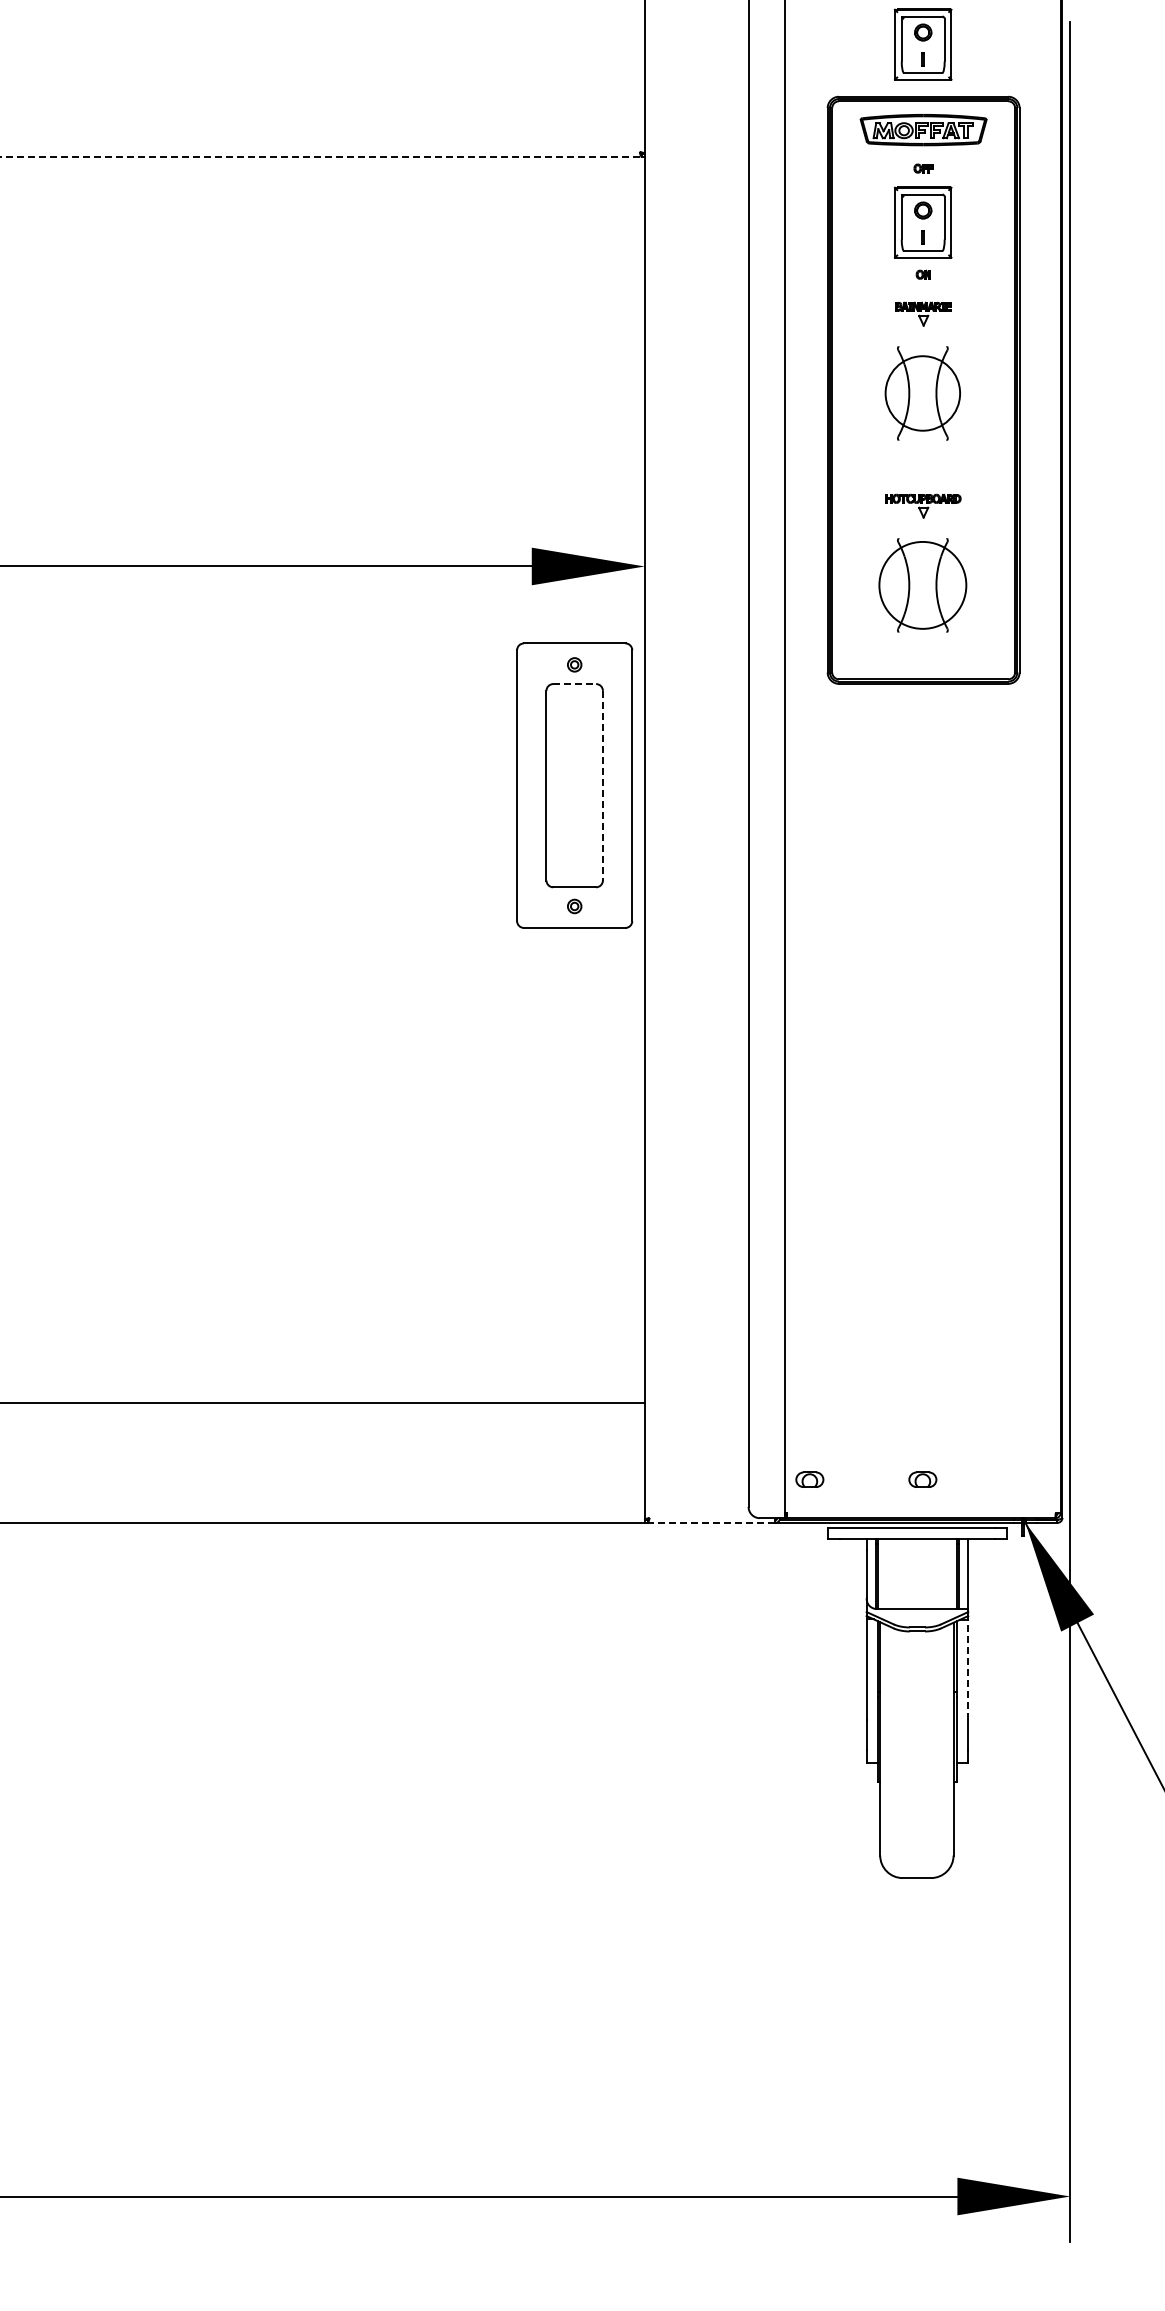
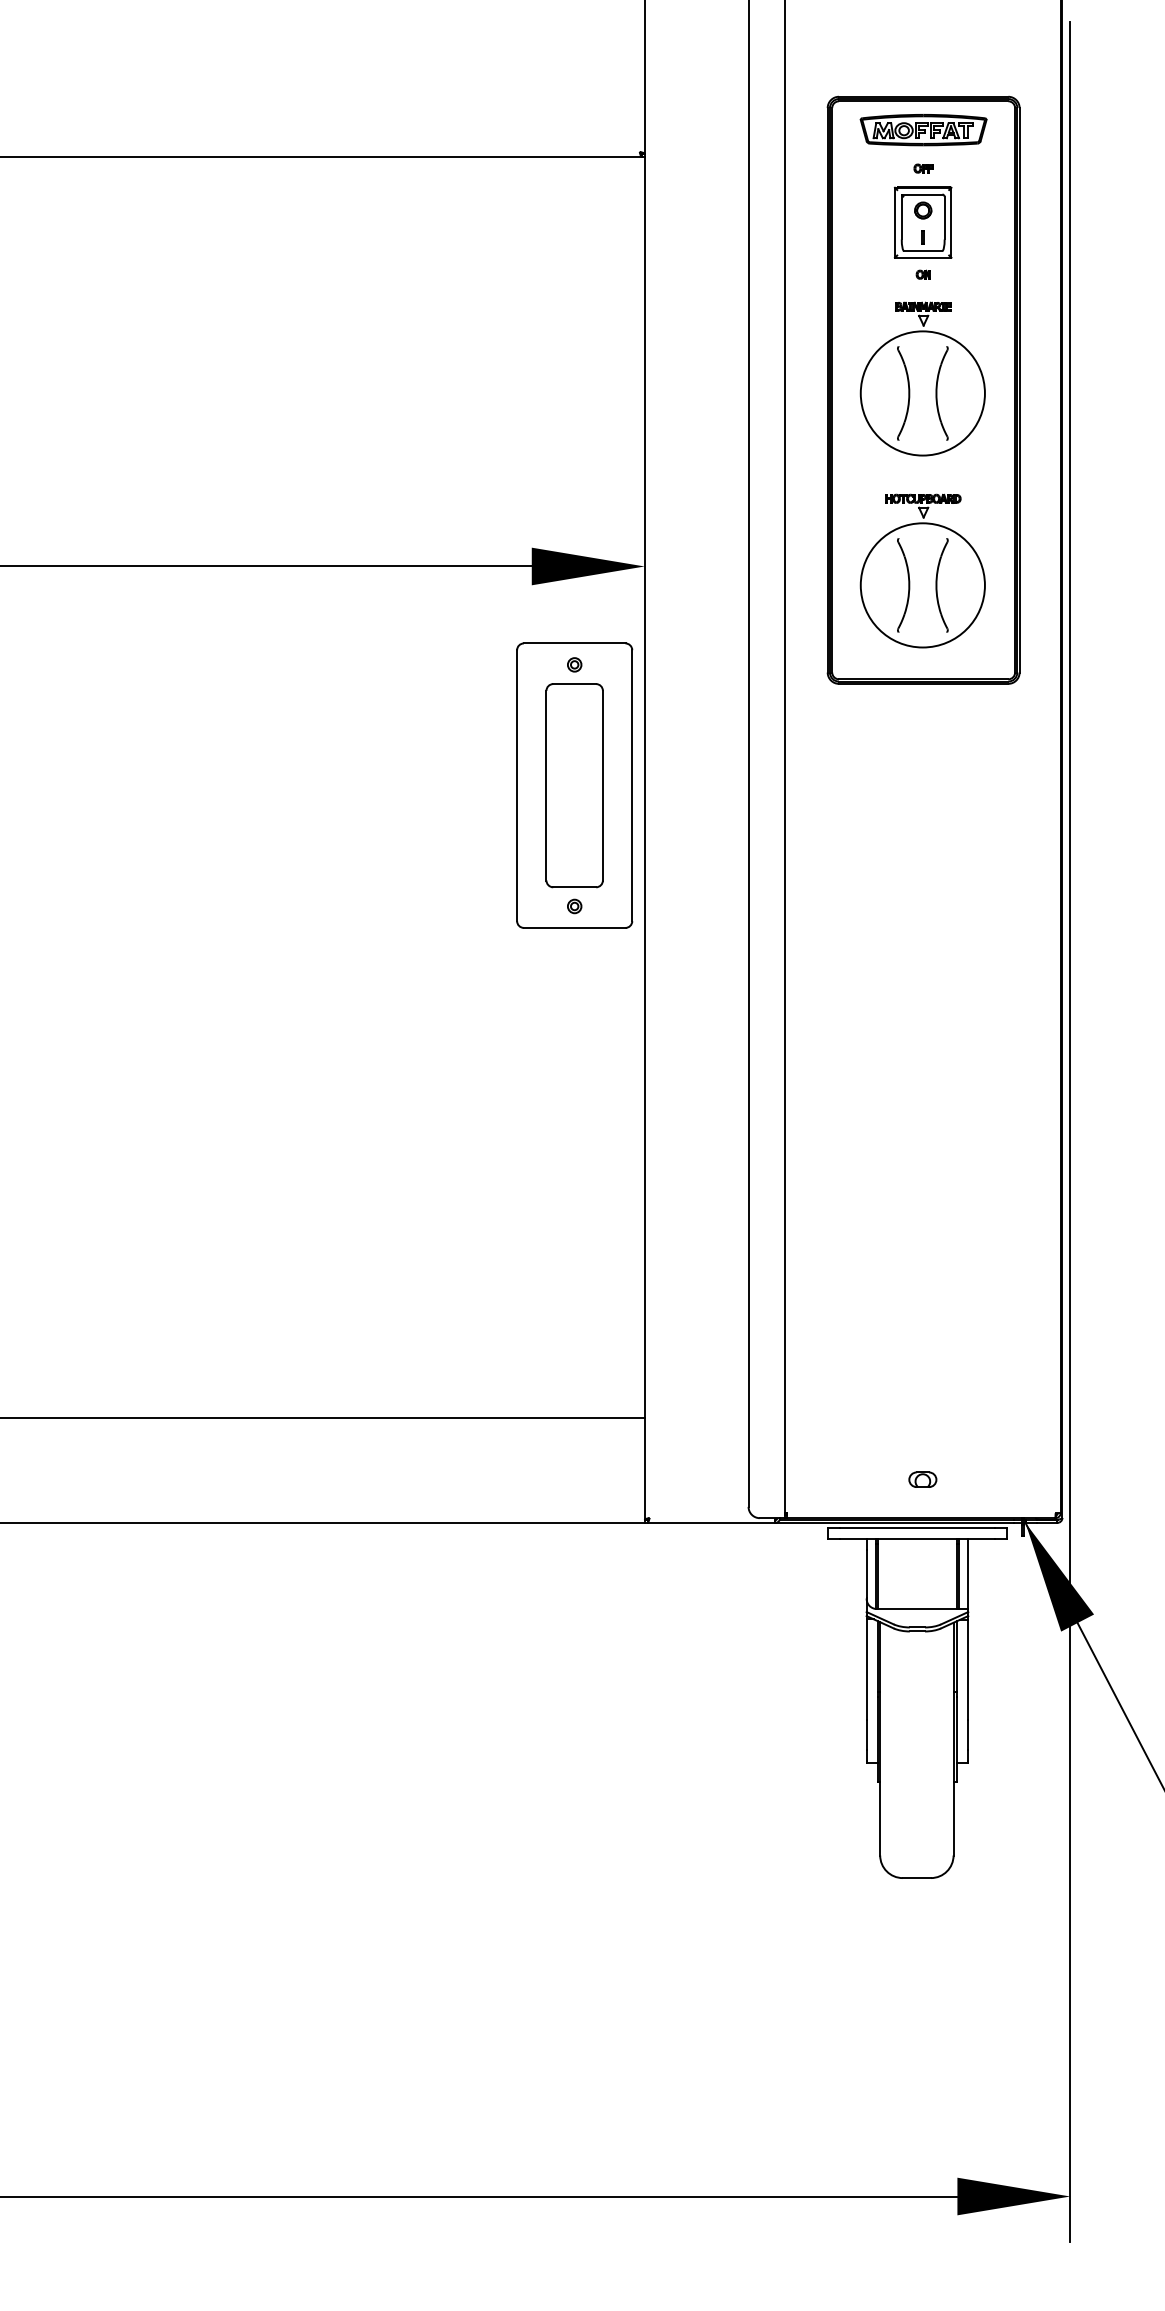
part at (922, 44): present -> none
line at (321, 156): dashed -> solid
circle at (922, 393) diameter: 75 px -> 124 px
circle at (922, 584) diameter: 87 px -> 124 px
line at (575, 684): dashed -> solid
line at (602, 785): dashed -> solid
line at (323, 1403) position: (323, 1403) -> (323, 1418)
part at (809, 1479): present -> none
line at (711, 1522): dashed -> solid
line at (968, 1669): dashed -> solid
